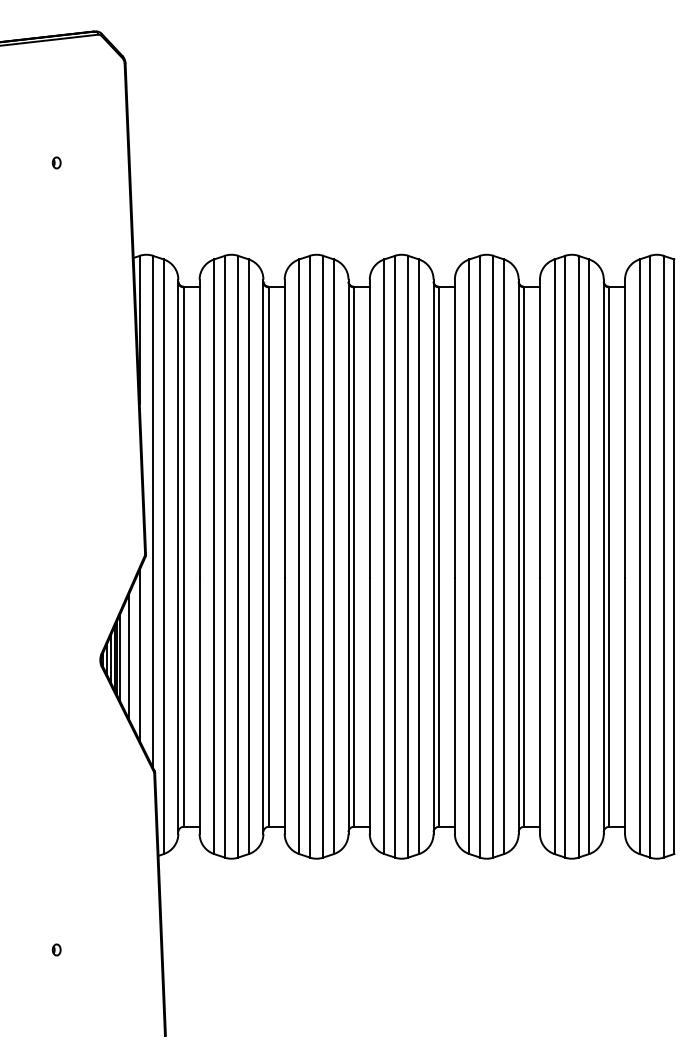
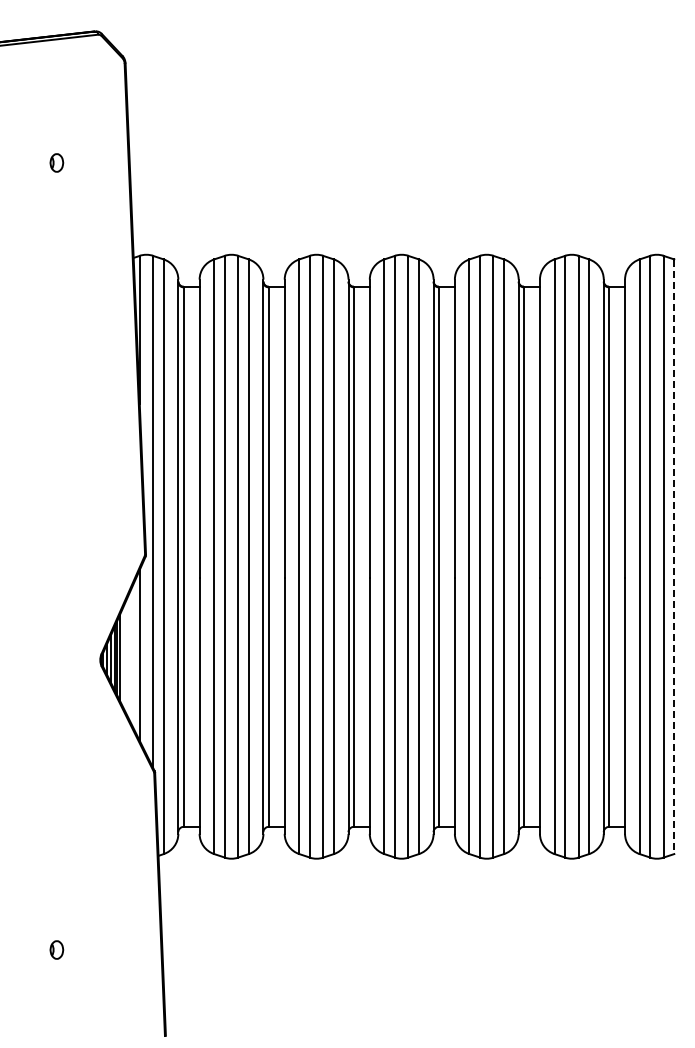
part at (56, 162) size: 11x14 px -> 16x20 px
line at (674, 557): solid -> dashed
line at (129, 656): present -> none
part at (56, 949) size: 11x14 px -> 16x20 px
